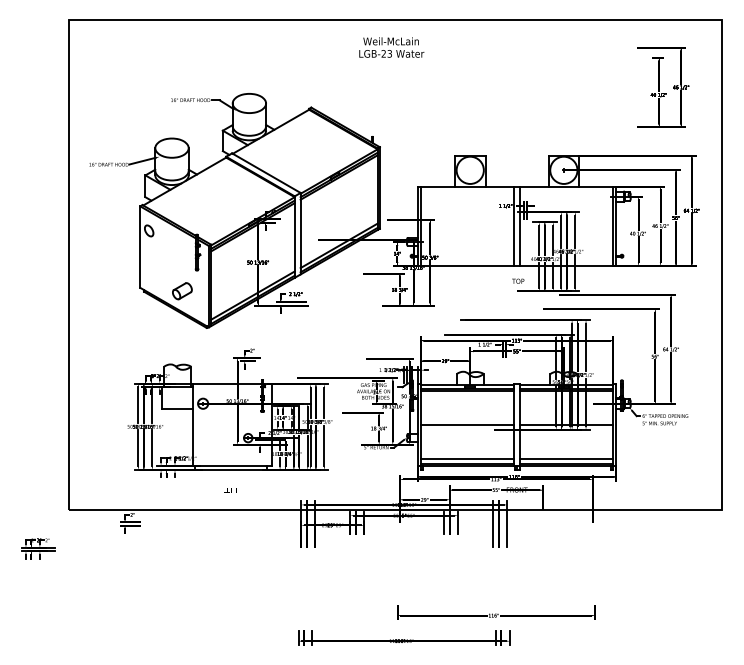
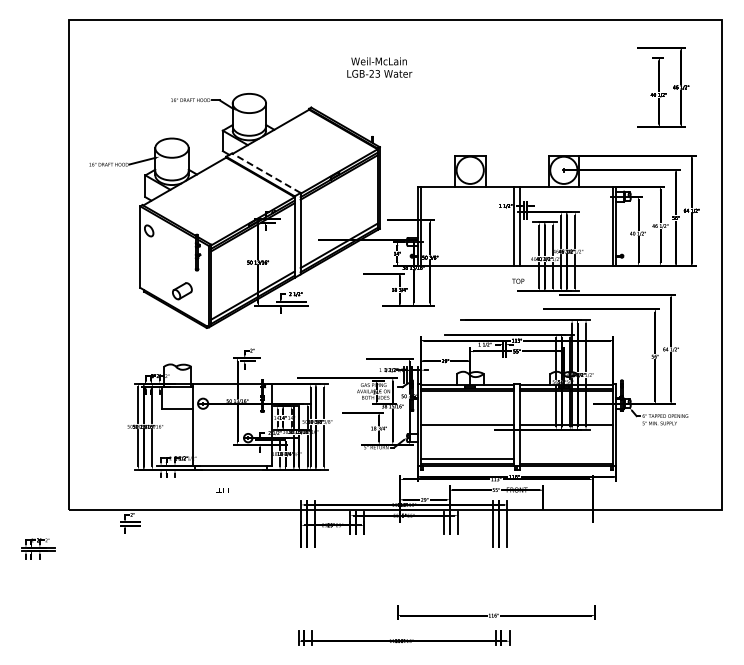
text at (391, 47) position: (391, 47) -> (379, 67)
line at (266, 173): solid -> dashed
line at (566, 459): present -> none
text at (230, 490) position: (230, 490) -> (222, 490)
